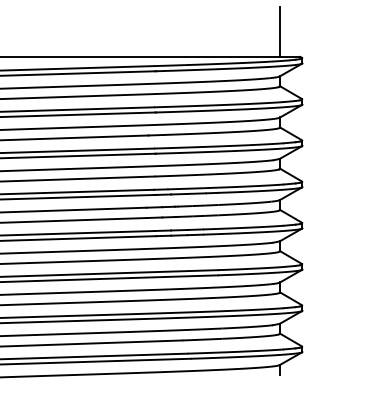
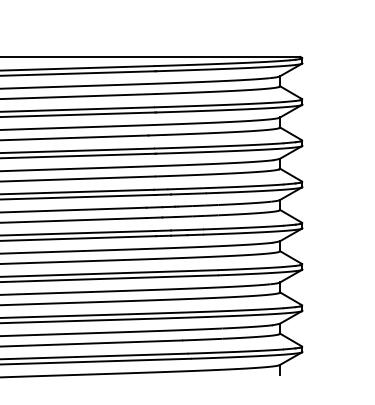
line at (279, 31): present -> none
